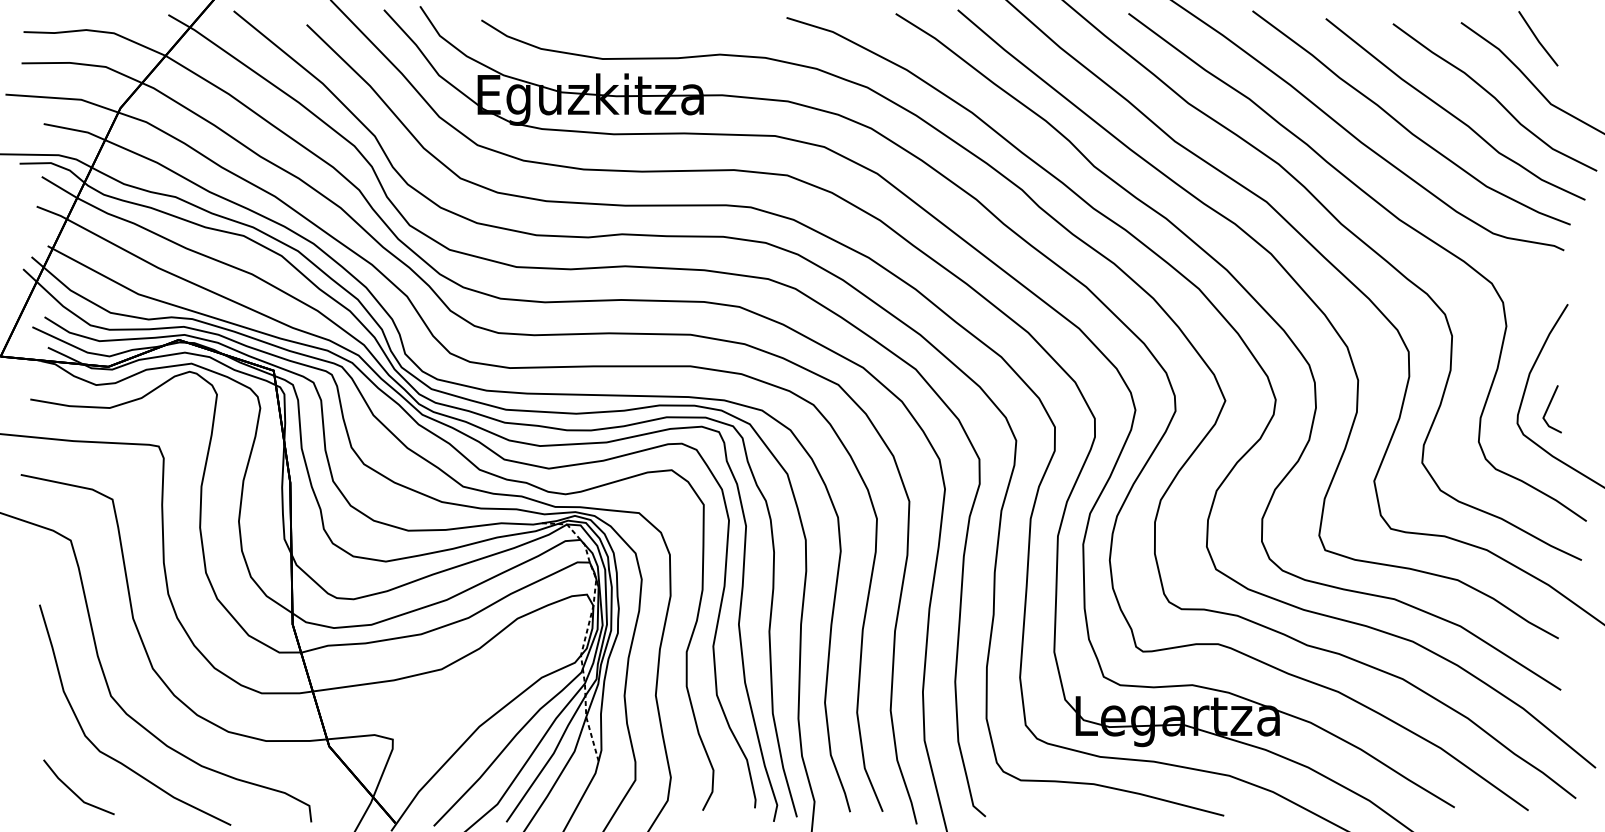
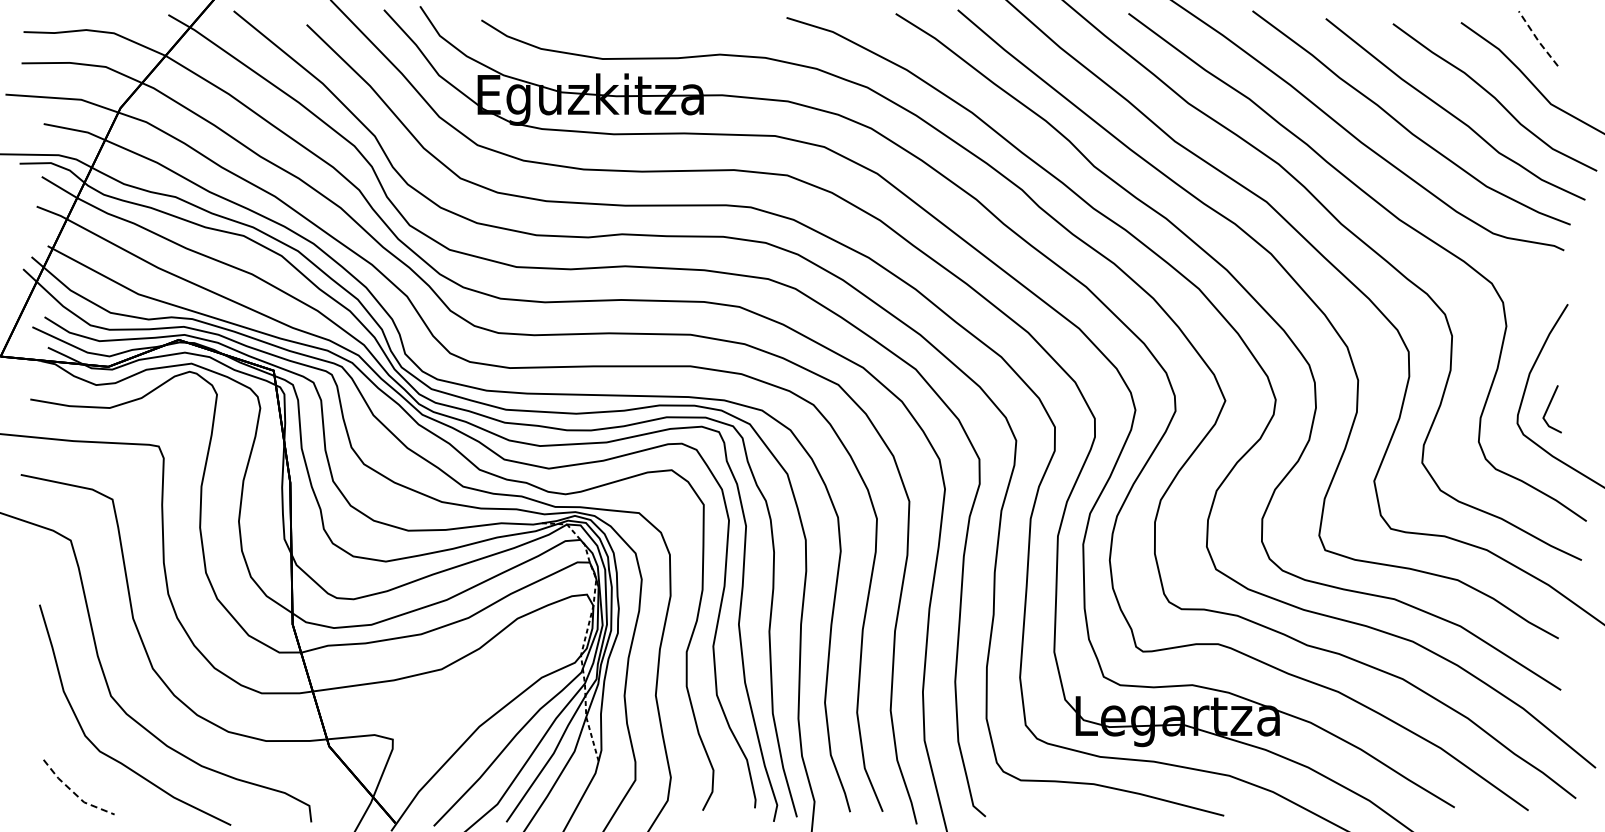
line at (1537, 39): solid -> dashed
line at (74, 793): solid -> dashed
